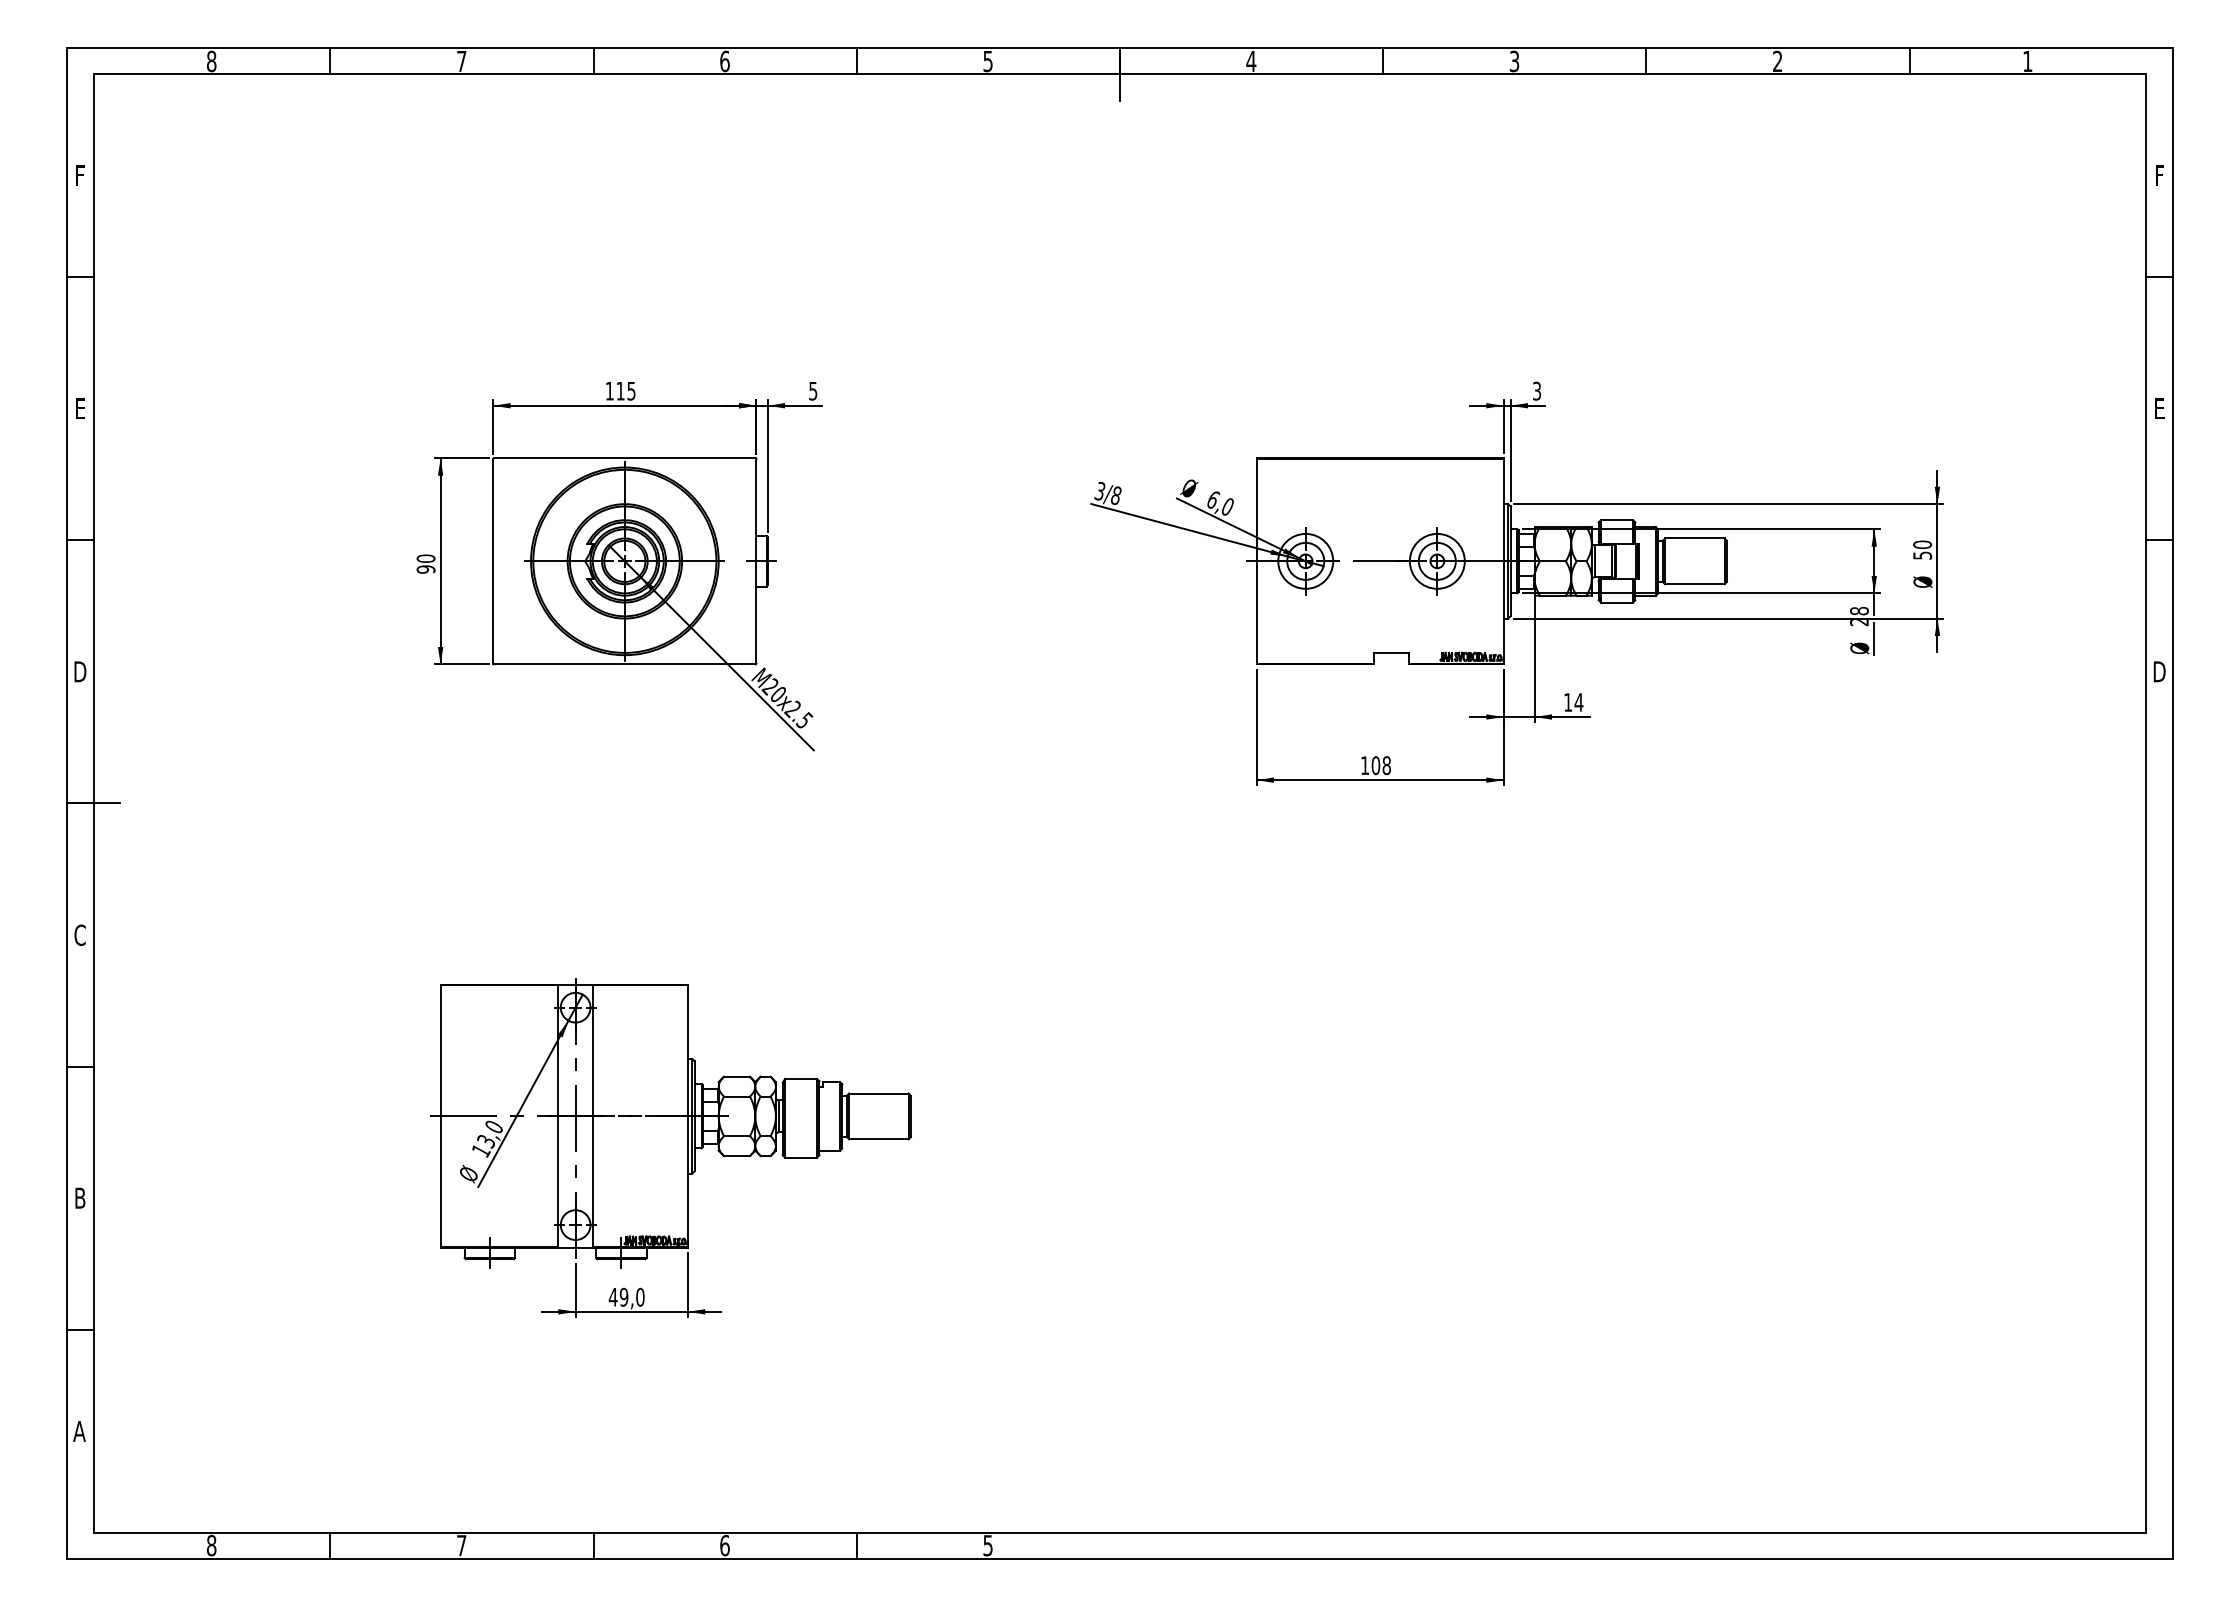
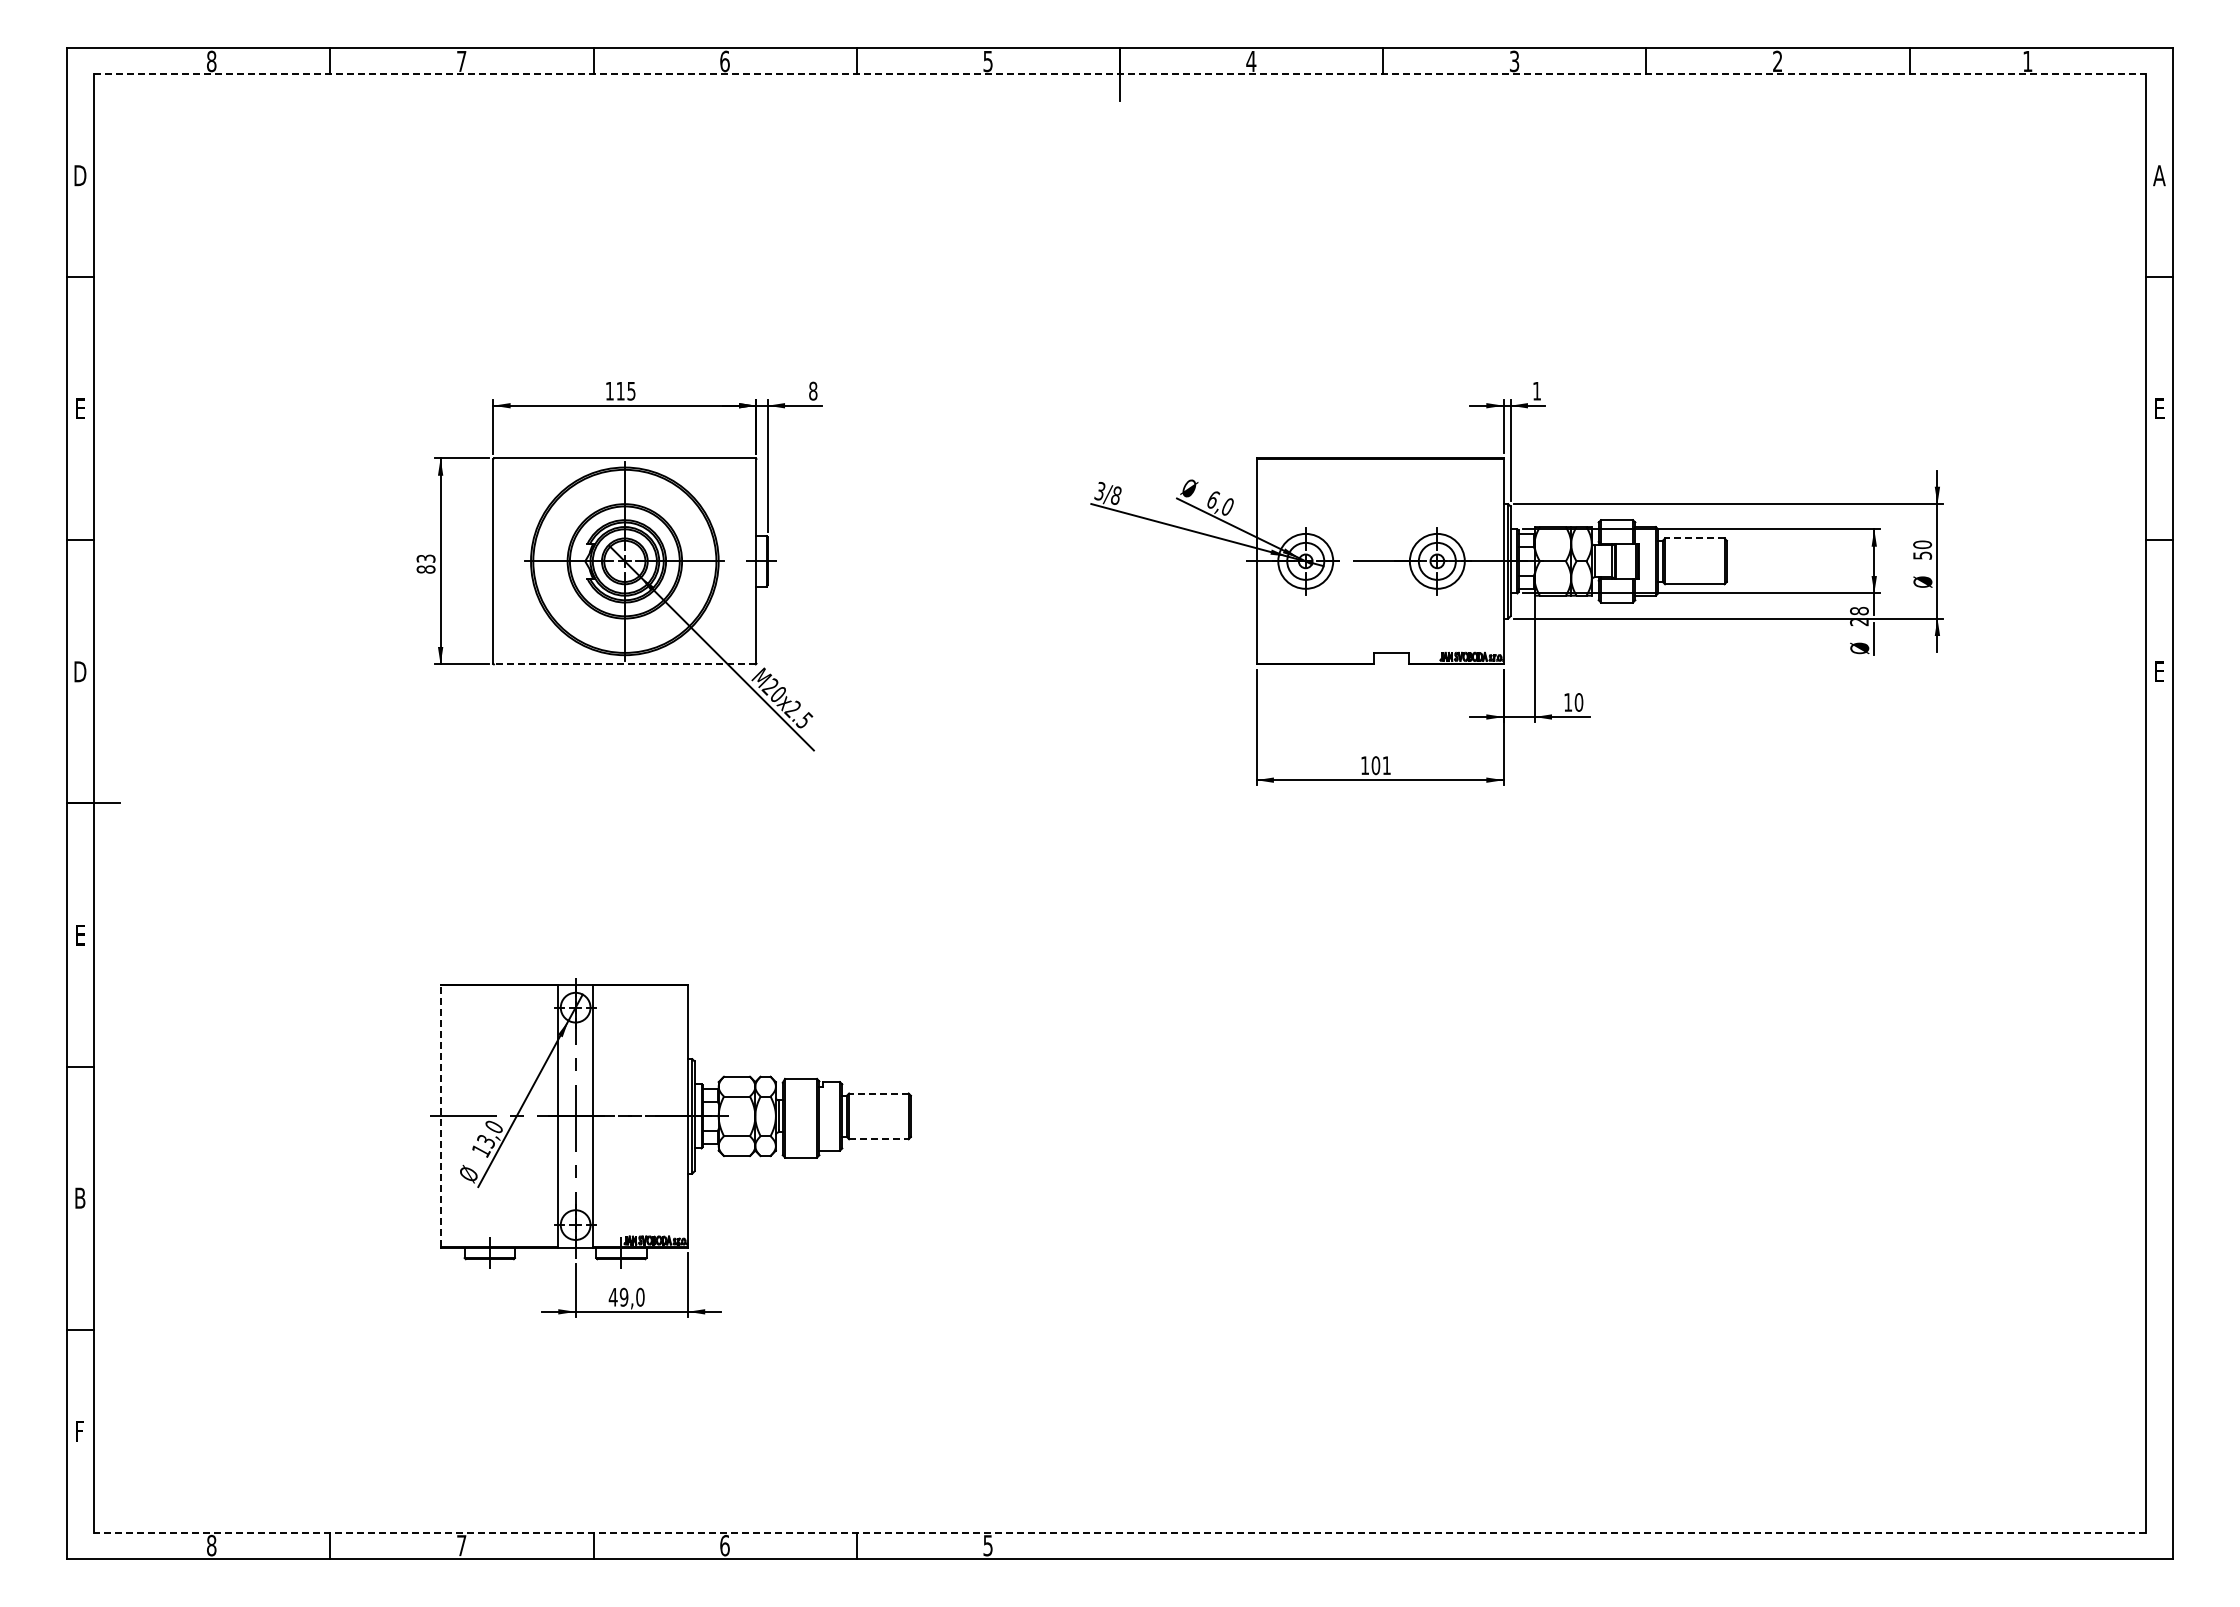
line at (1120, 74): solid -> dashed
text at (80, 175): F -> D
text at (2159, 175): F -> A
text at (813, 390): 5 -> 8
text at (1537, 390): 3 -> 1
line at (1694, 538): solid -> dashed
text at (425, 563): 90 -> 83
line at (624, 664): solid -> dashed
text at (2159, 671): D -> E
text at (1578, 702): 14 -> 10
text at (1386, 765): 108 -> 101
text at (79, 935): C -> E
line at (878, 1093): solid -> dashed
line at (440, 1116): solid -> dashed
line at (878, 1139): solid -> dashed
text at (79, 1431): A -> F
line at (1119, 1532): solid -> dashed
